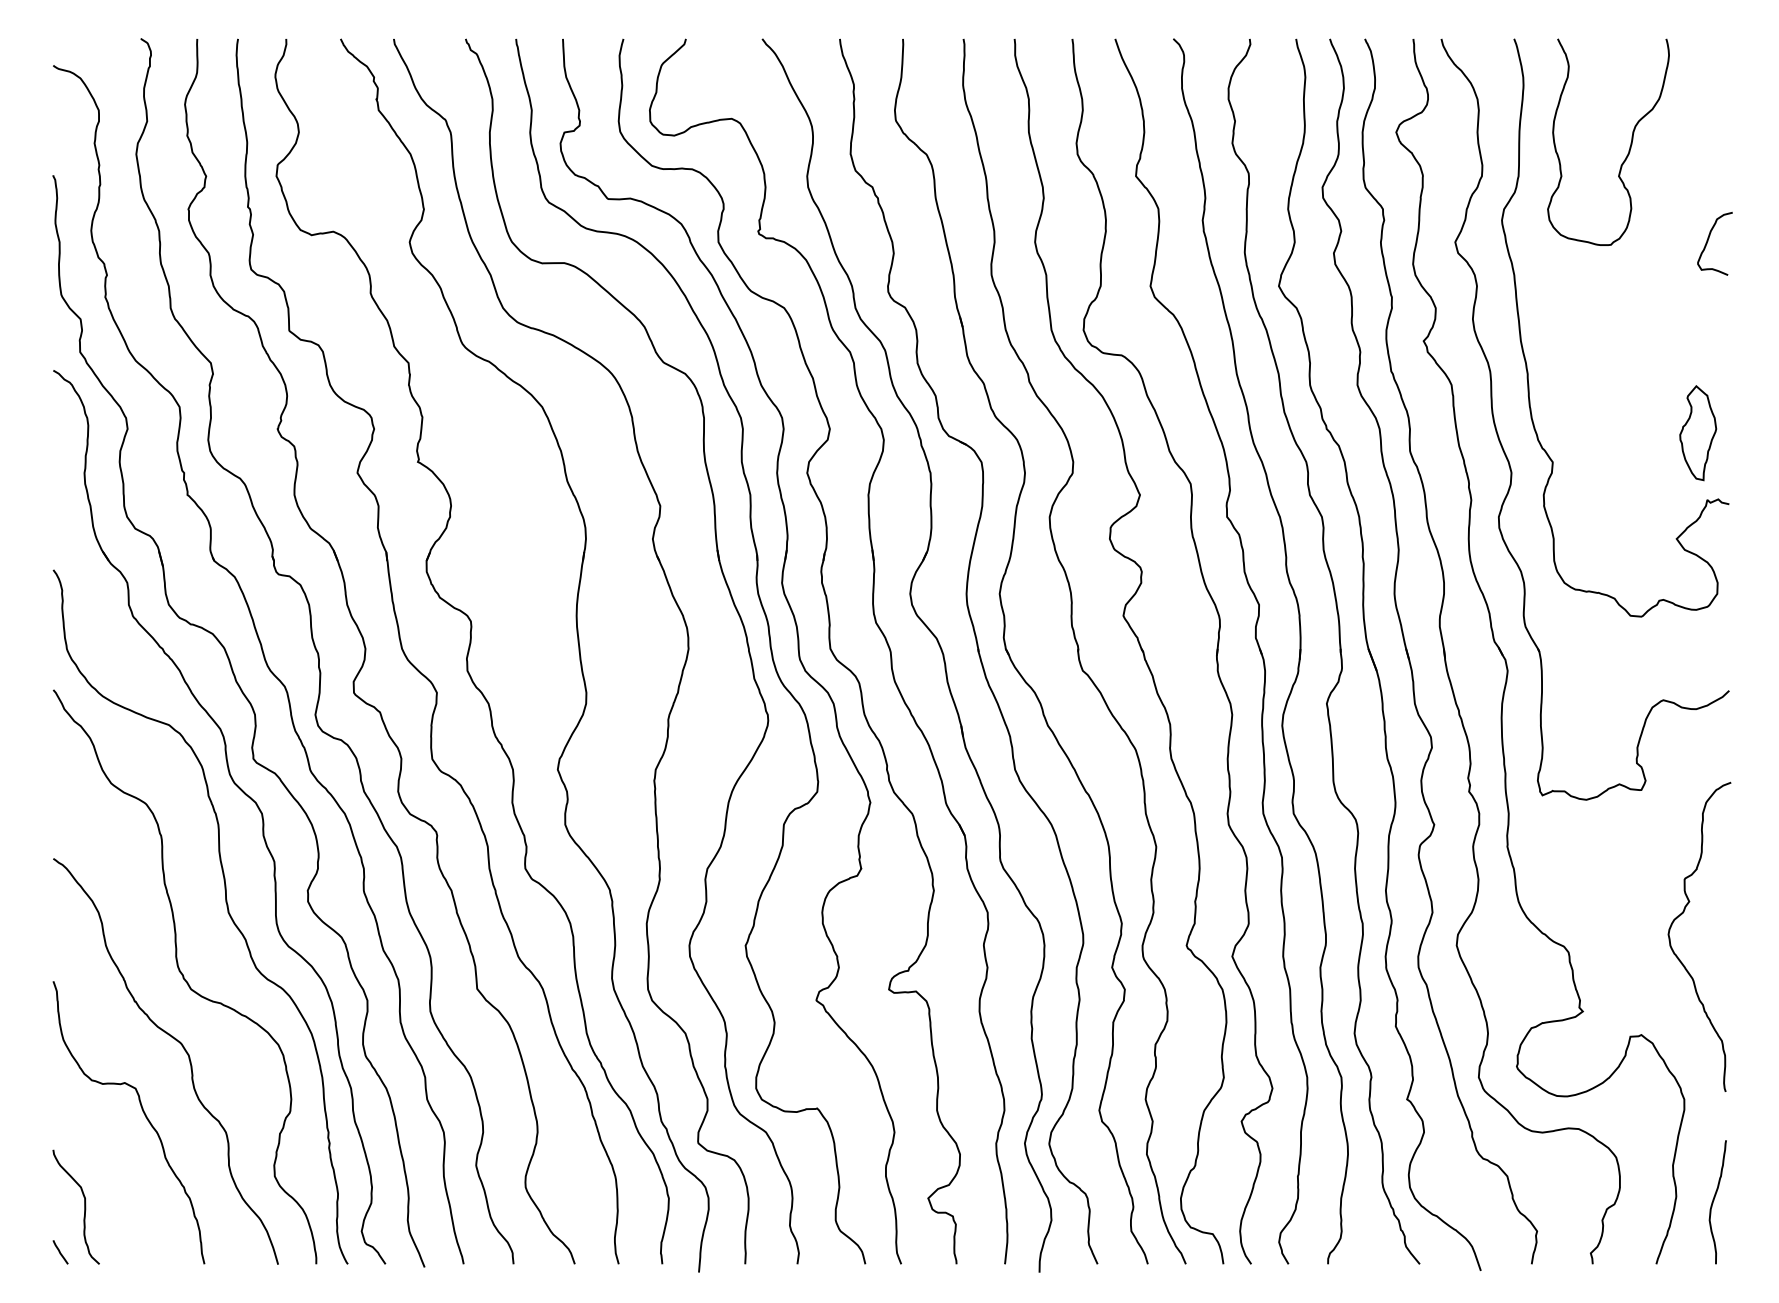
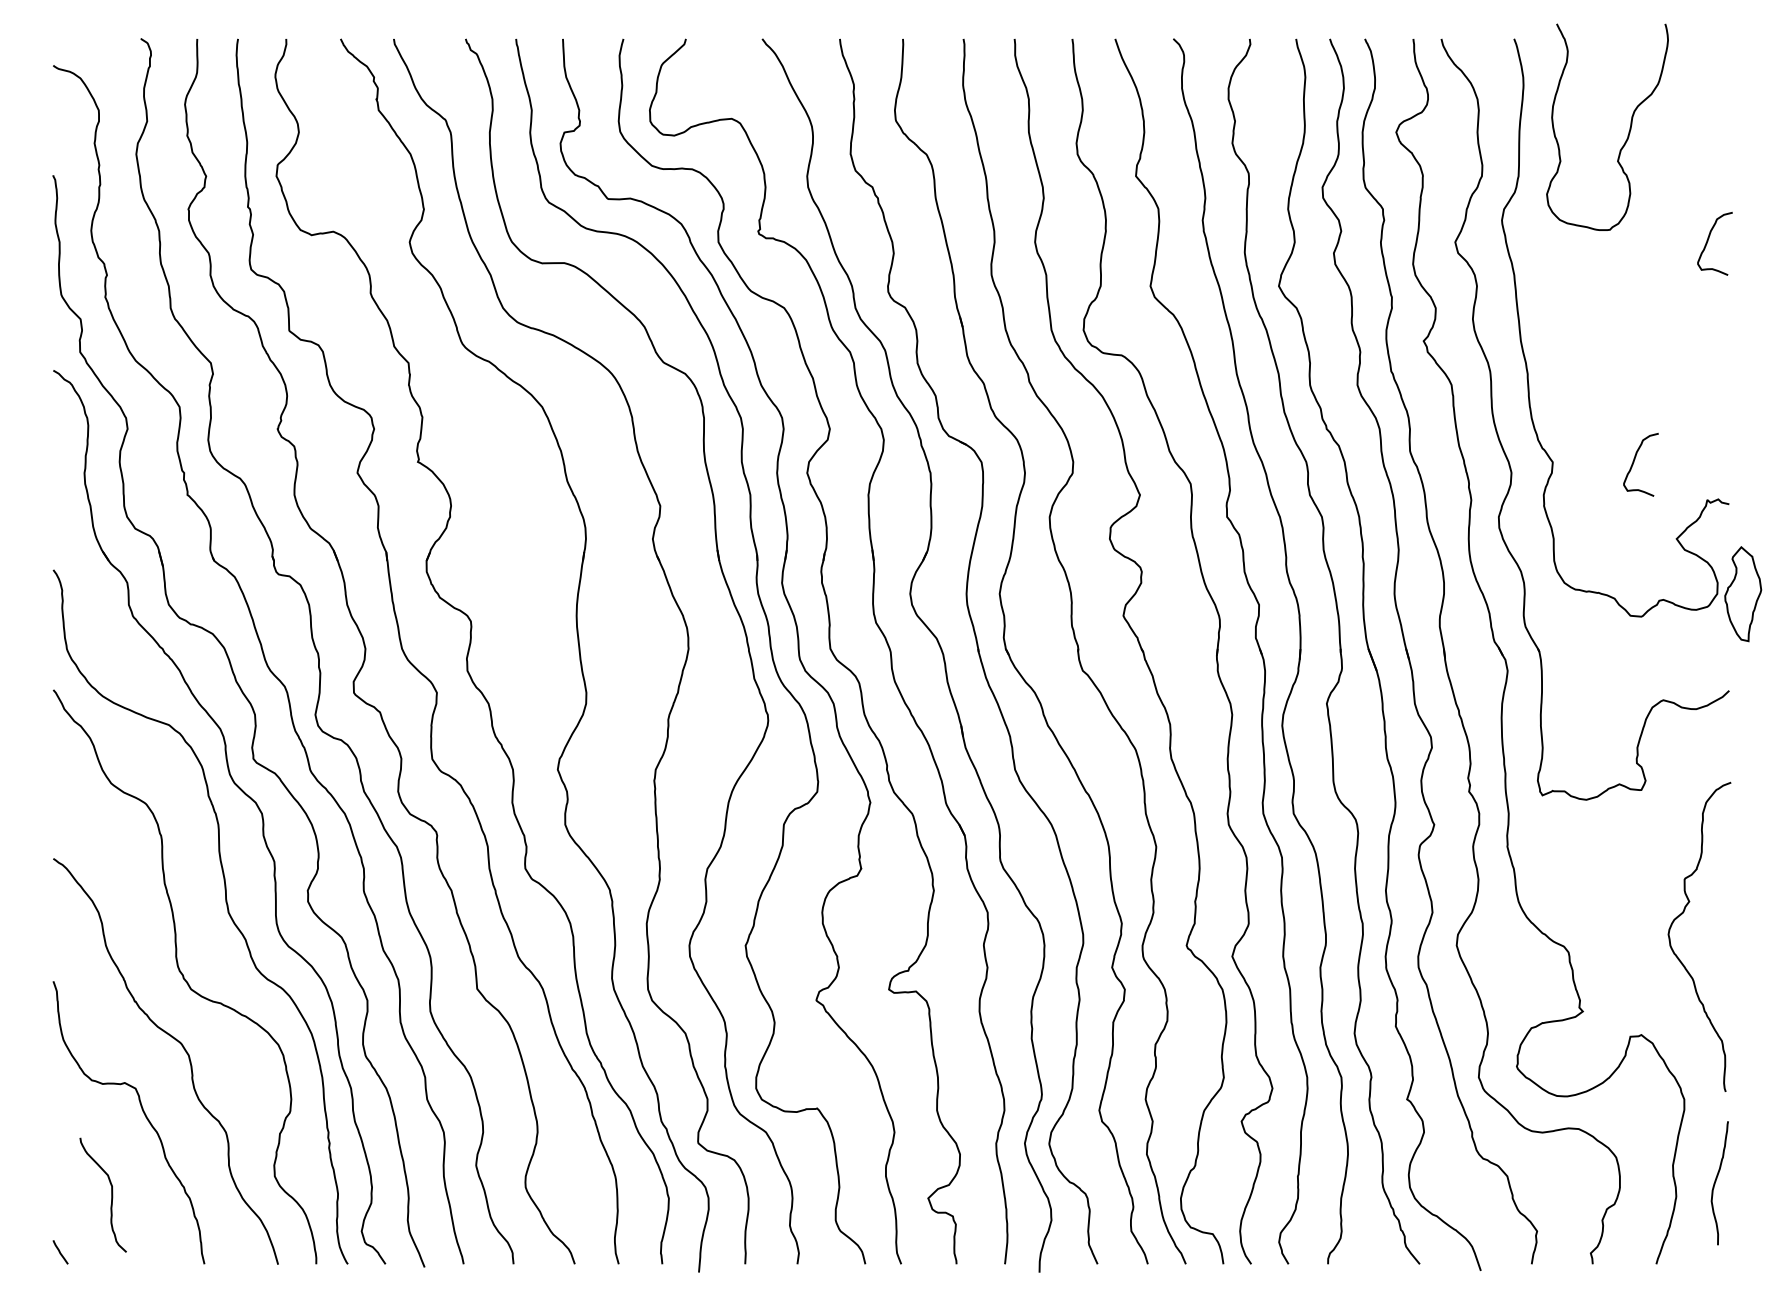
curve at (1629, 146) position: (1629, 146) -> (1628, 131)
part at (1698, 433) position: (1698, 433) -> (1743, 594)
curve at (1634, 462): none -> present
curve at (1714, 1200) position: (1714, 1200) -> (1716, 1181)
curve at (84, 1206) position: (84, 1206) -> (111, 1194)
